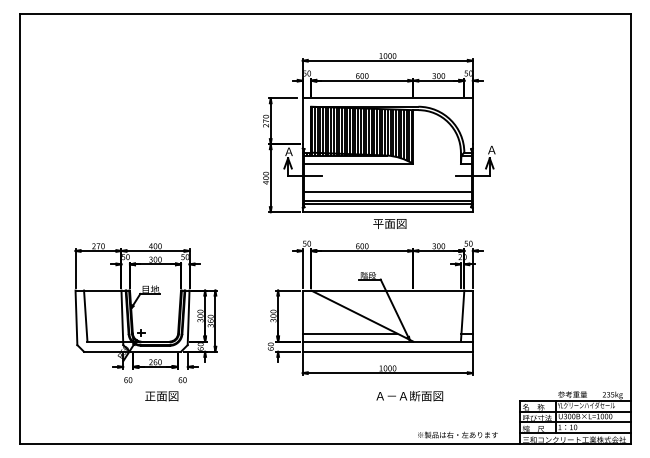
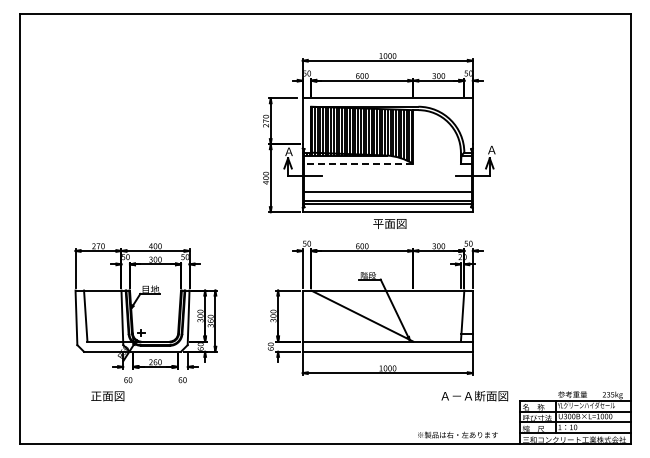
line at (358, 164): solid -> dashed
line at (349, 333): present -> none
text at (161, 396) position: (161, 396) -> (107, 396)
text at (409, 396) position: (409, 396) -> (474, 396)
